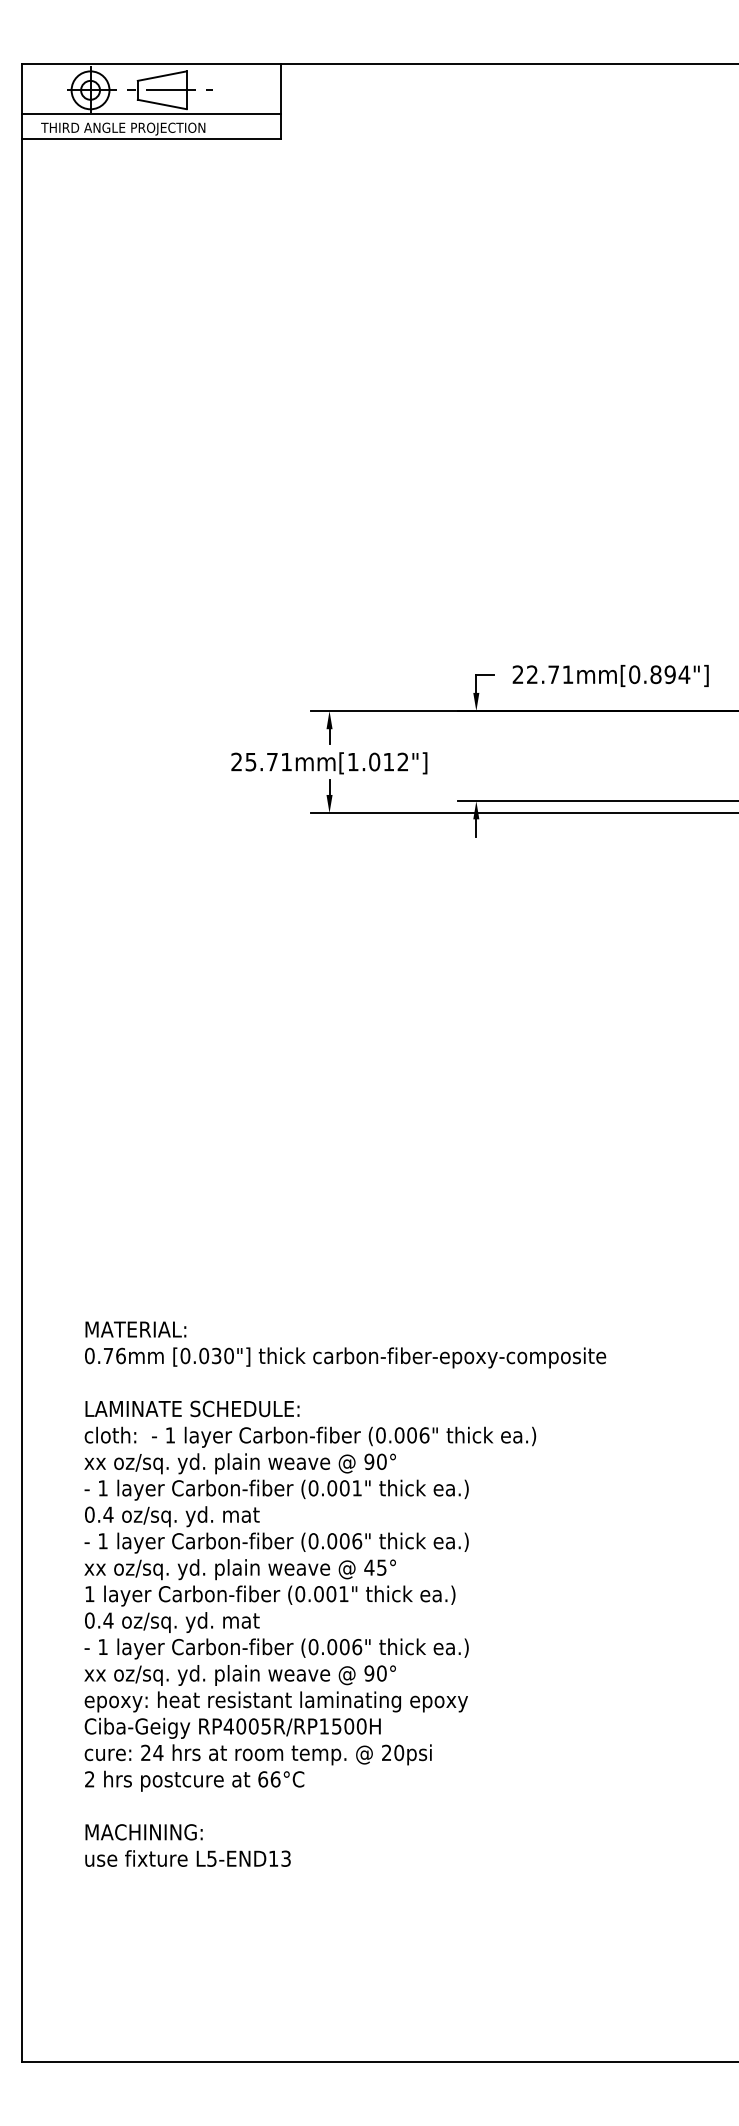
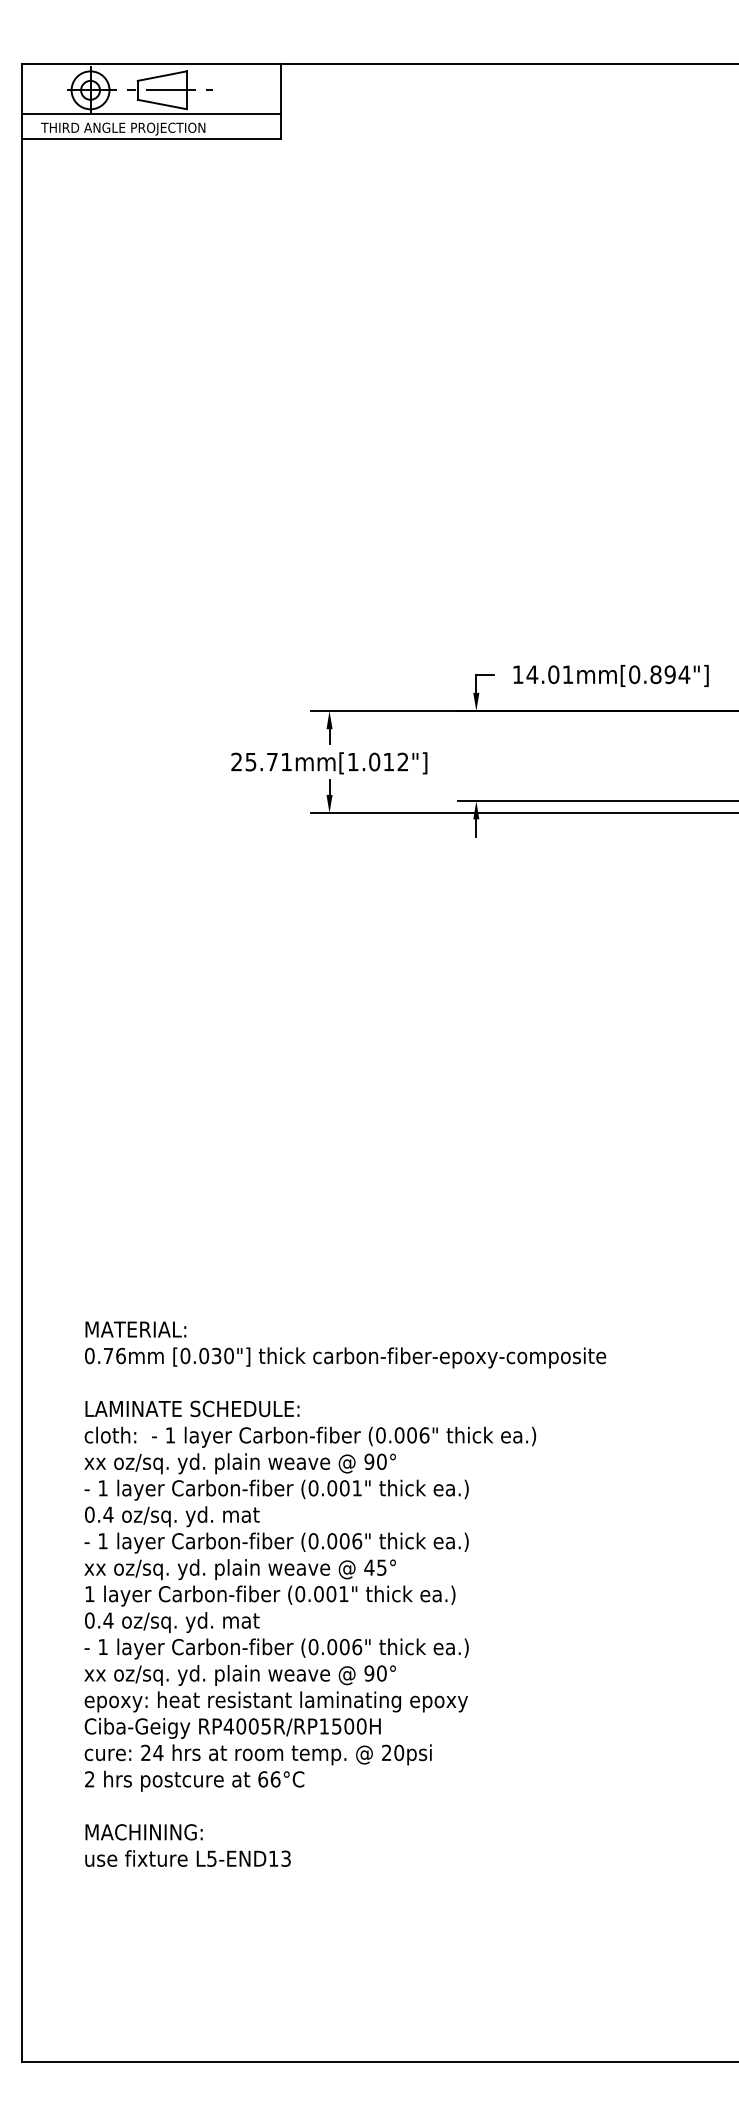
text at (535, 674): 22.71mm[0.894"] -> 14.01mm[0.894"]
